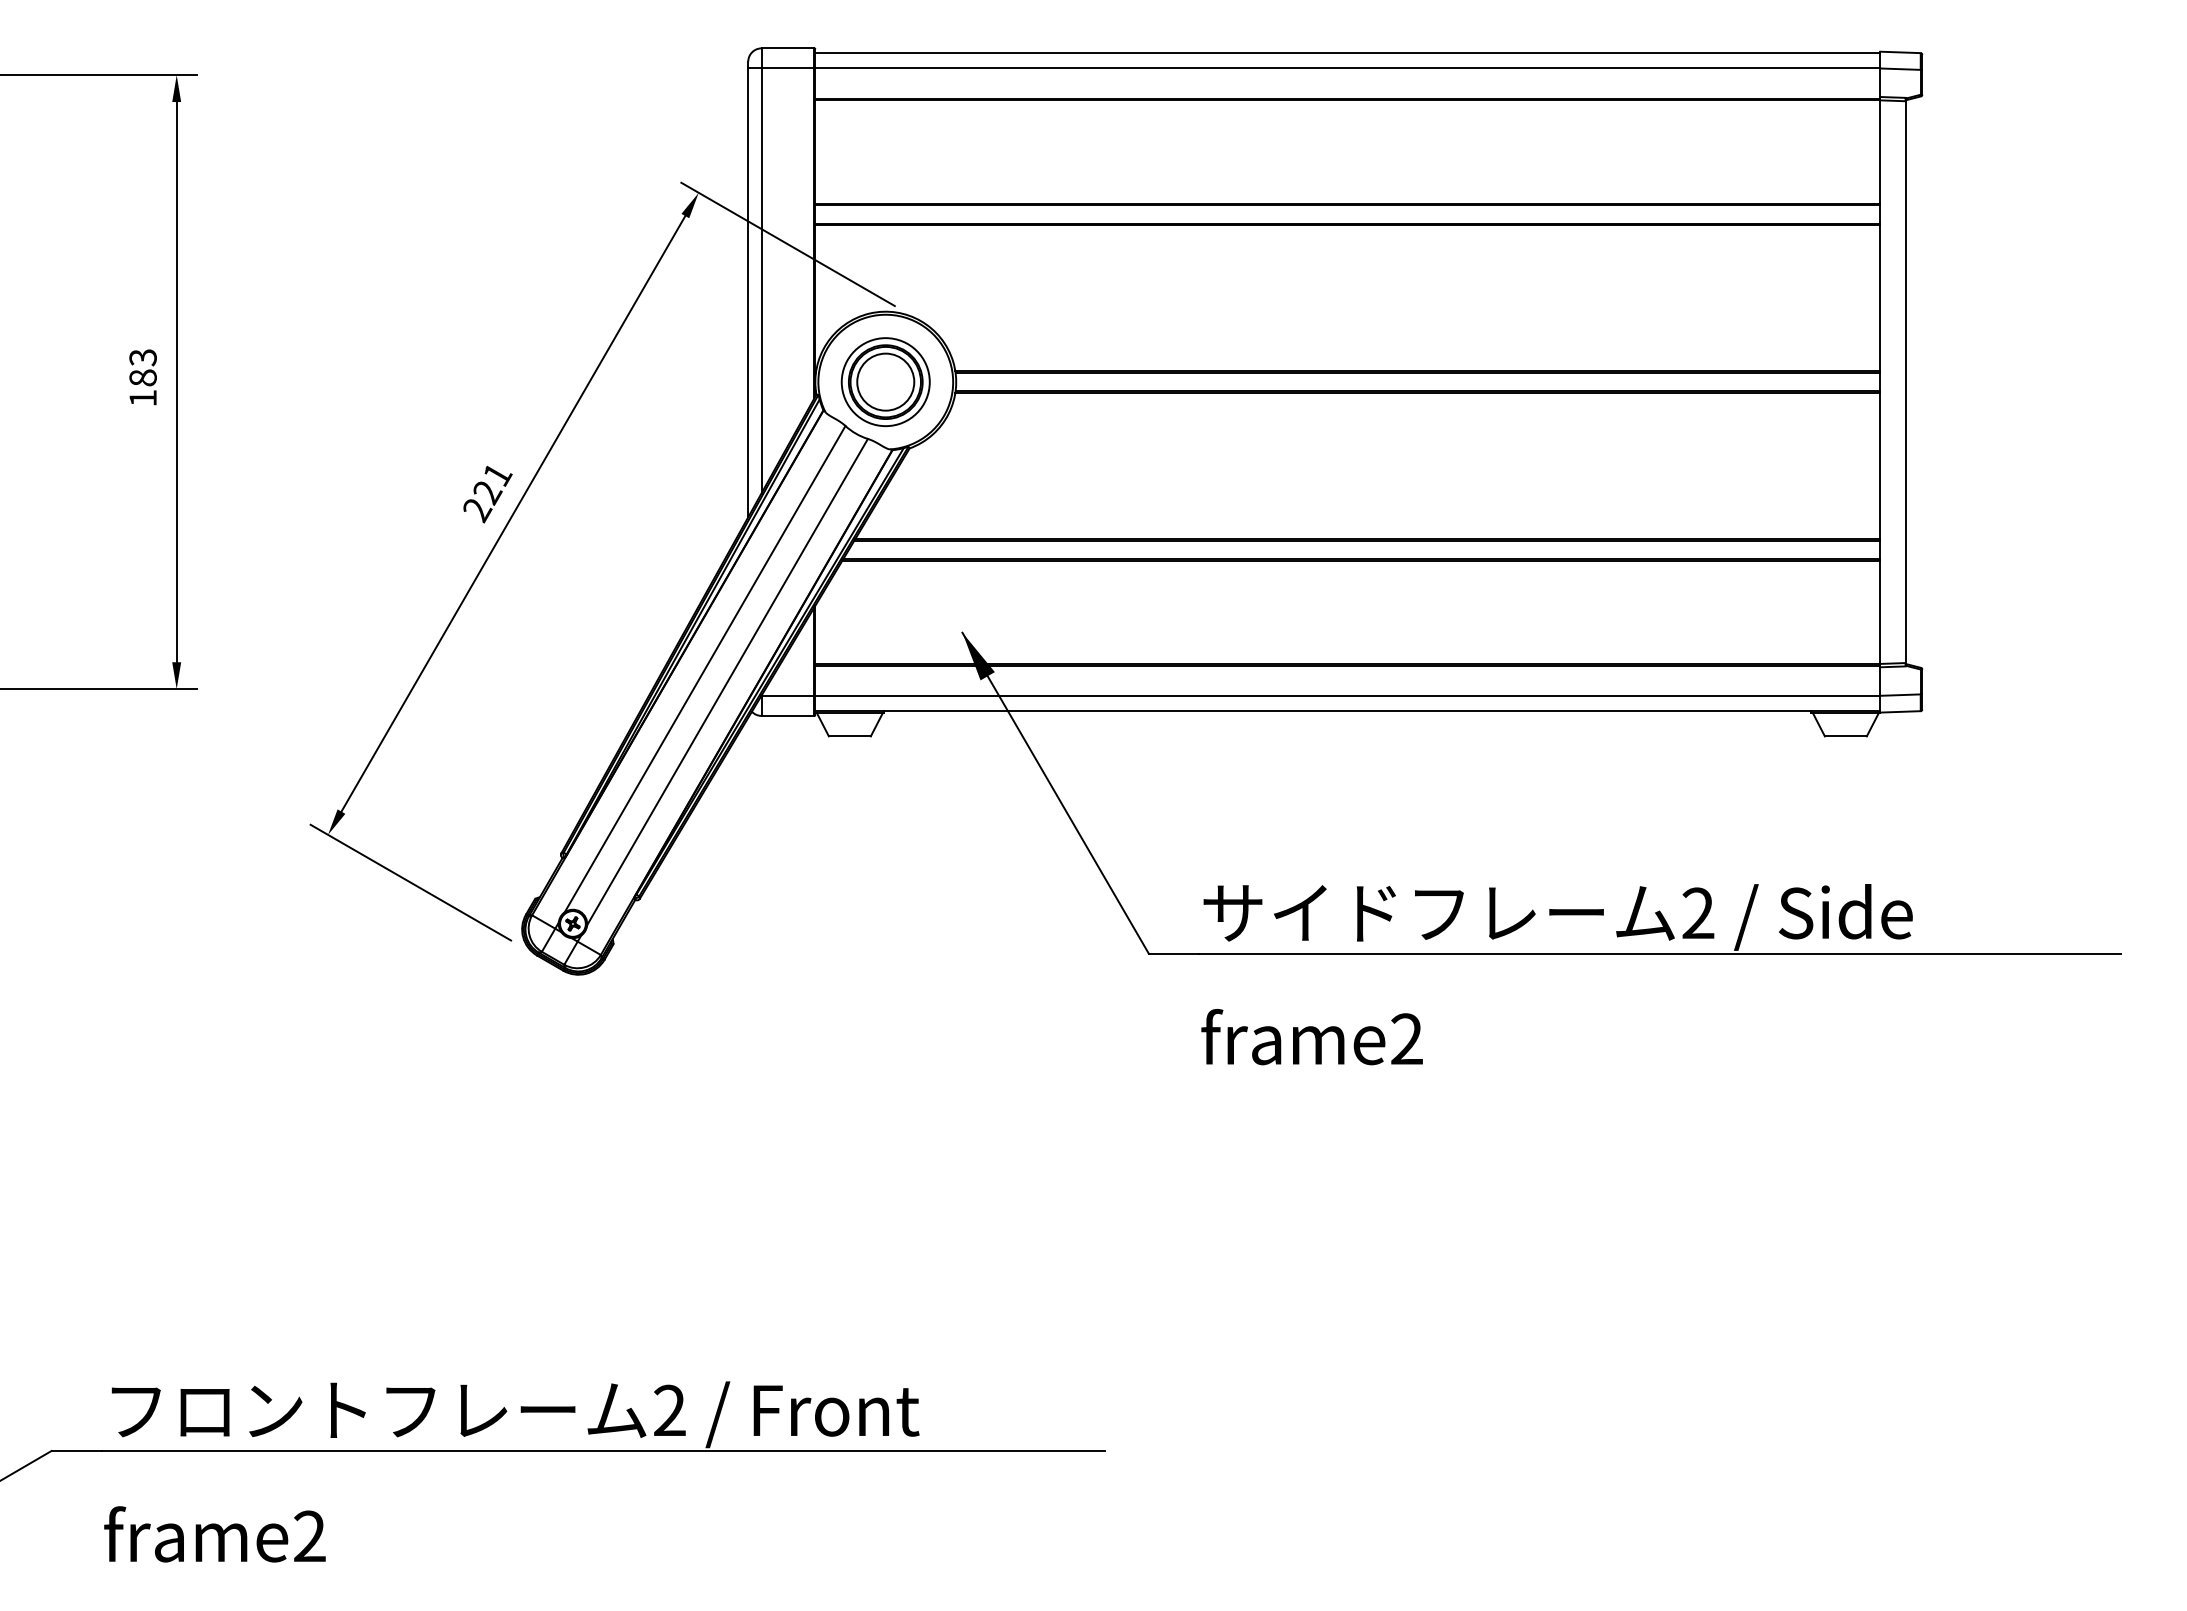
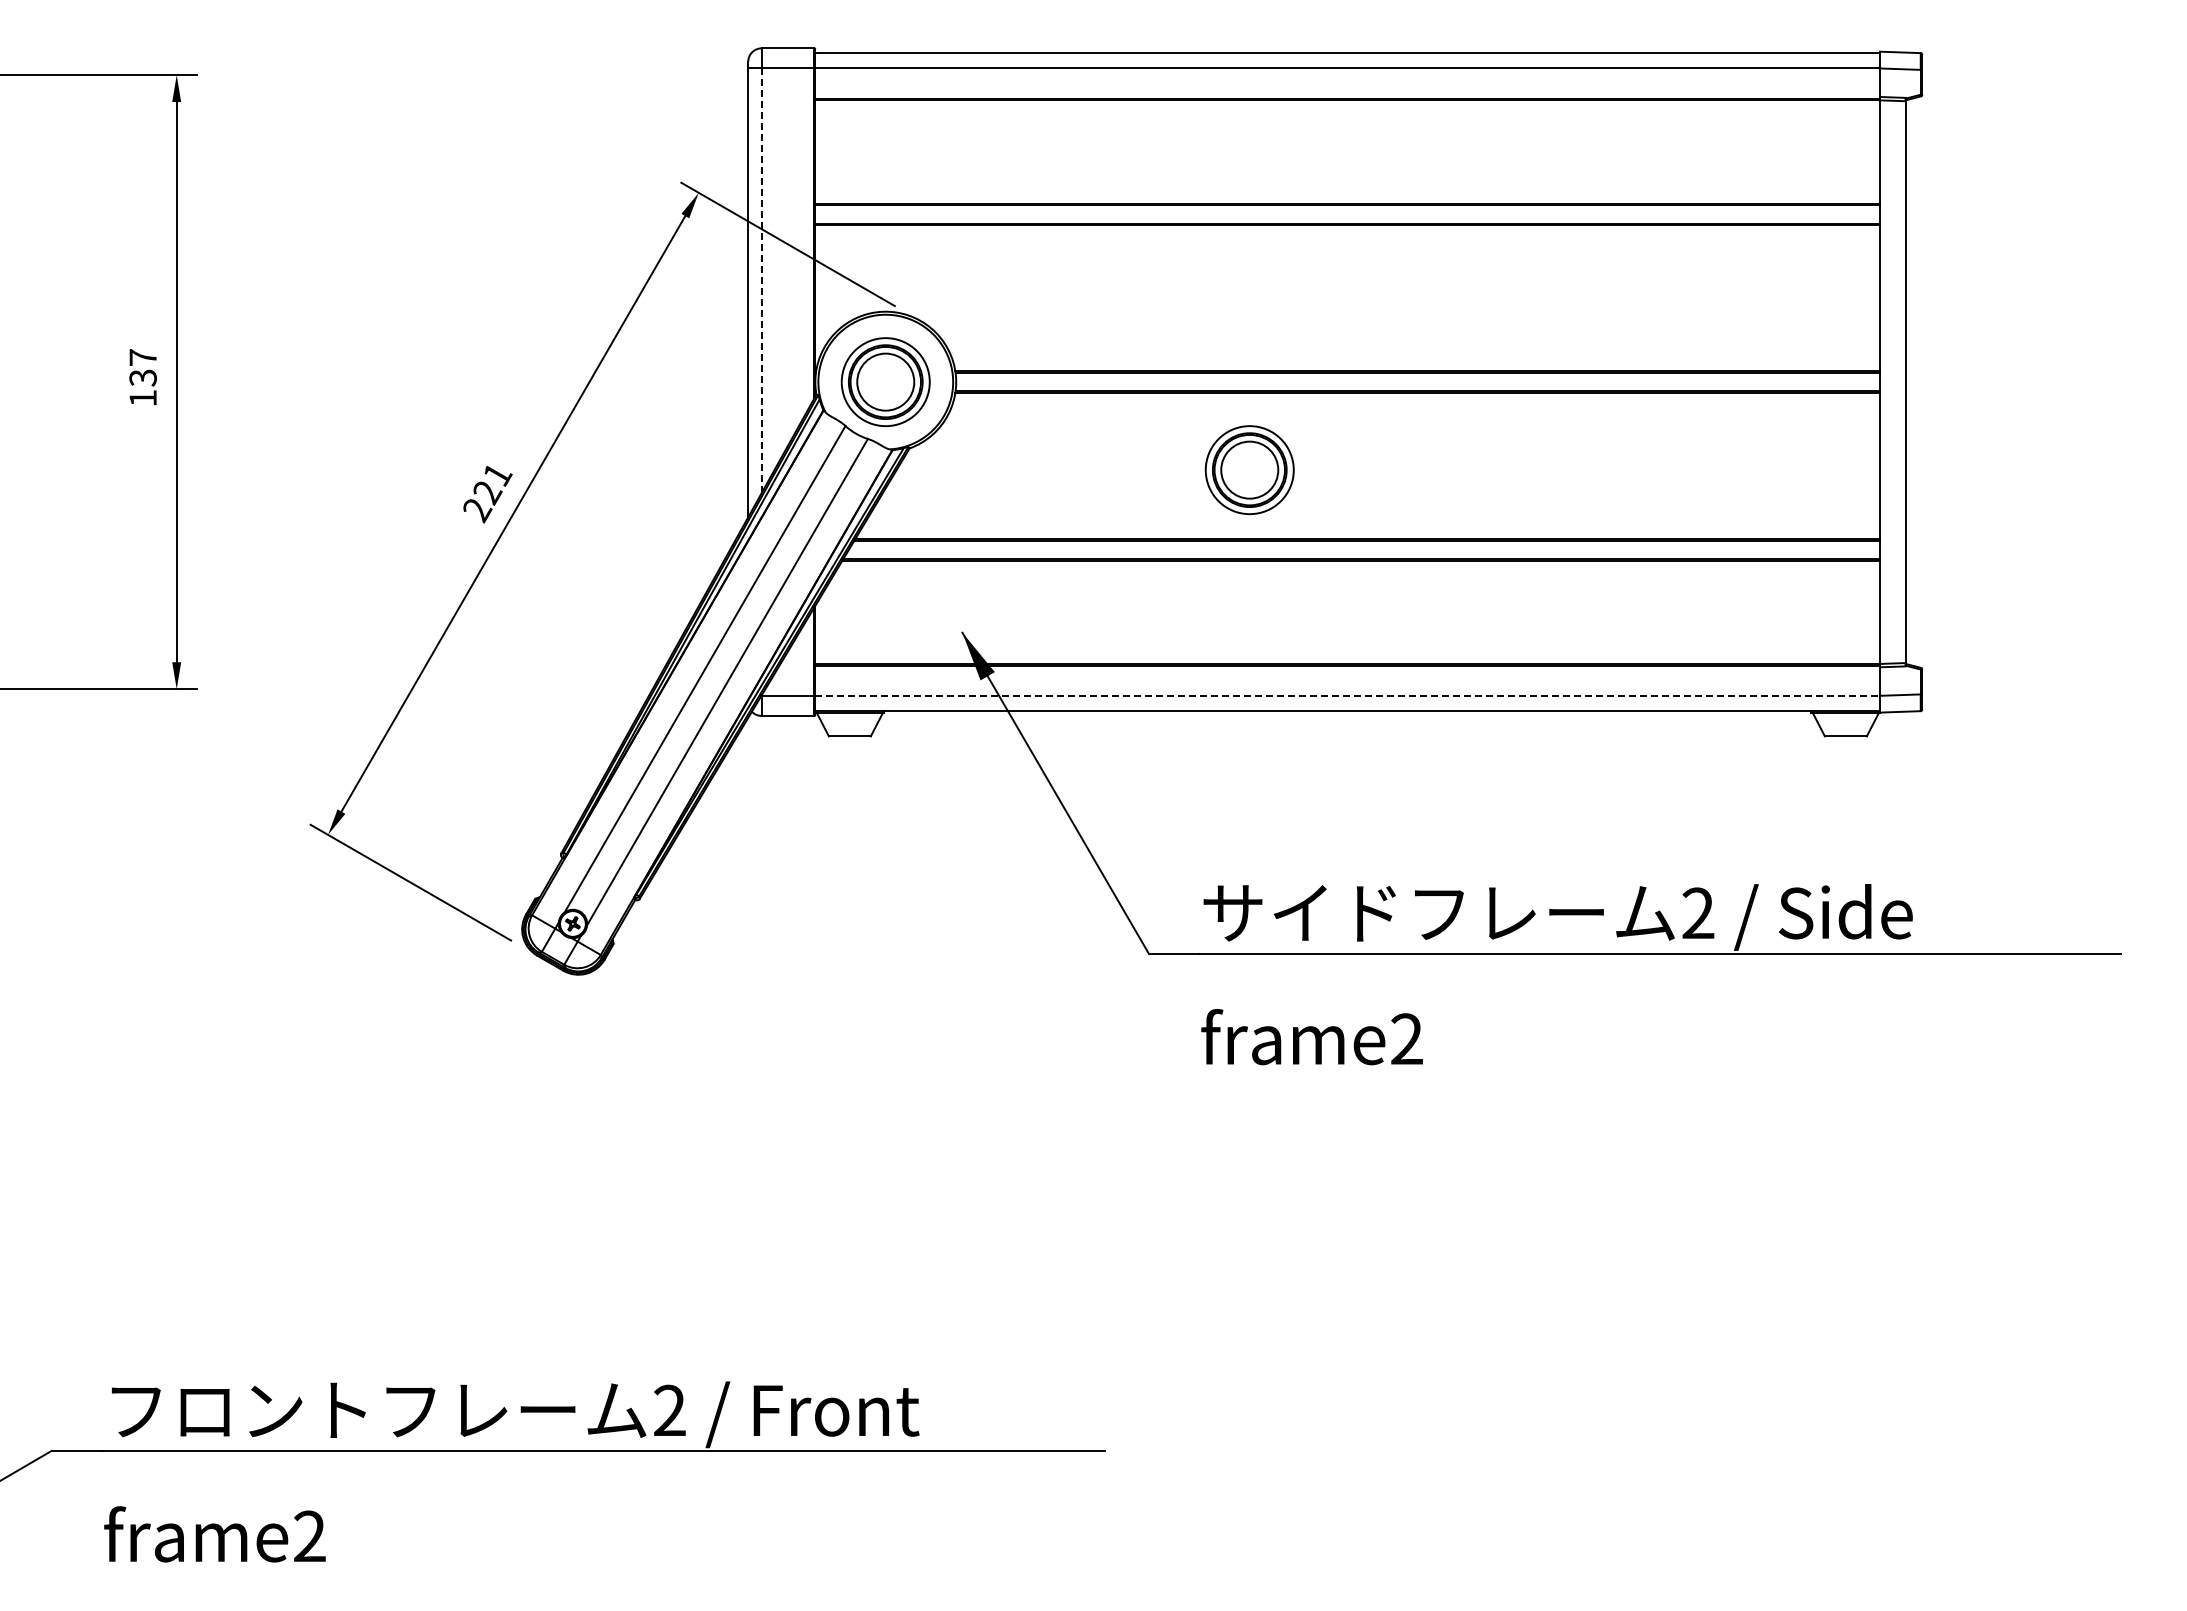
line at (761, 280): solid -> dashed
text at (142, 367): 183 -> 137
part at (1249, 469): none -> present
line at (1347, 695): solid -> dashed
